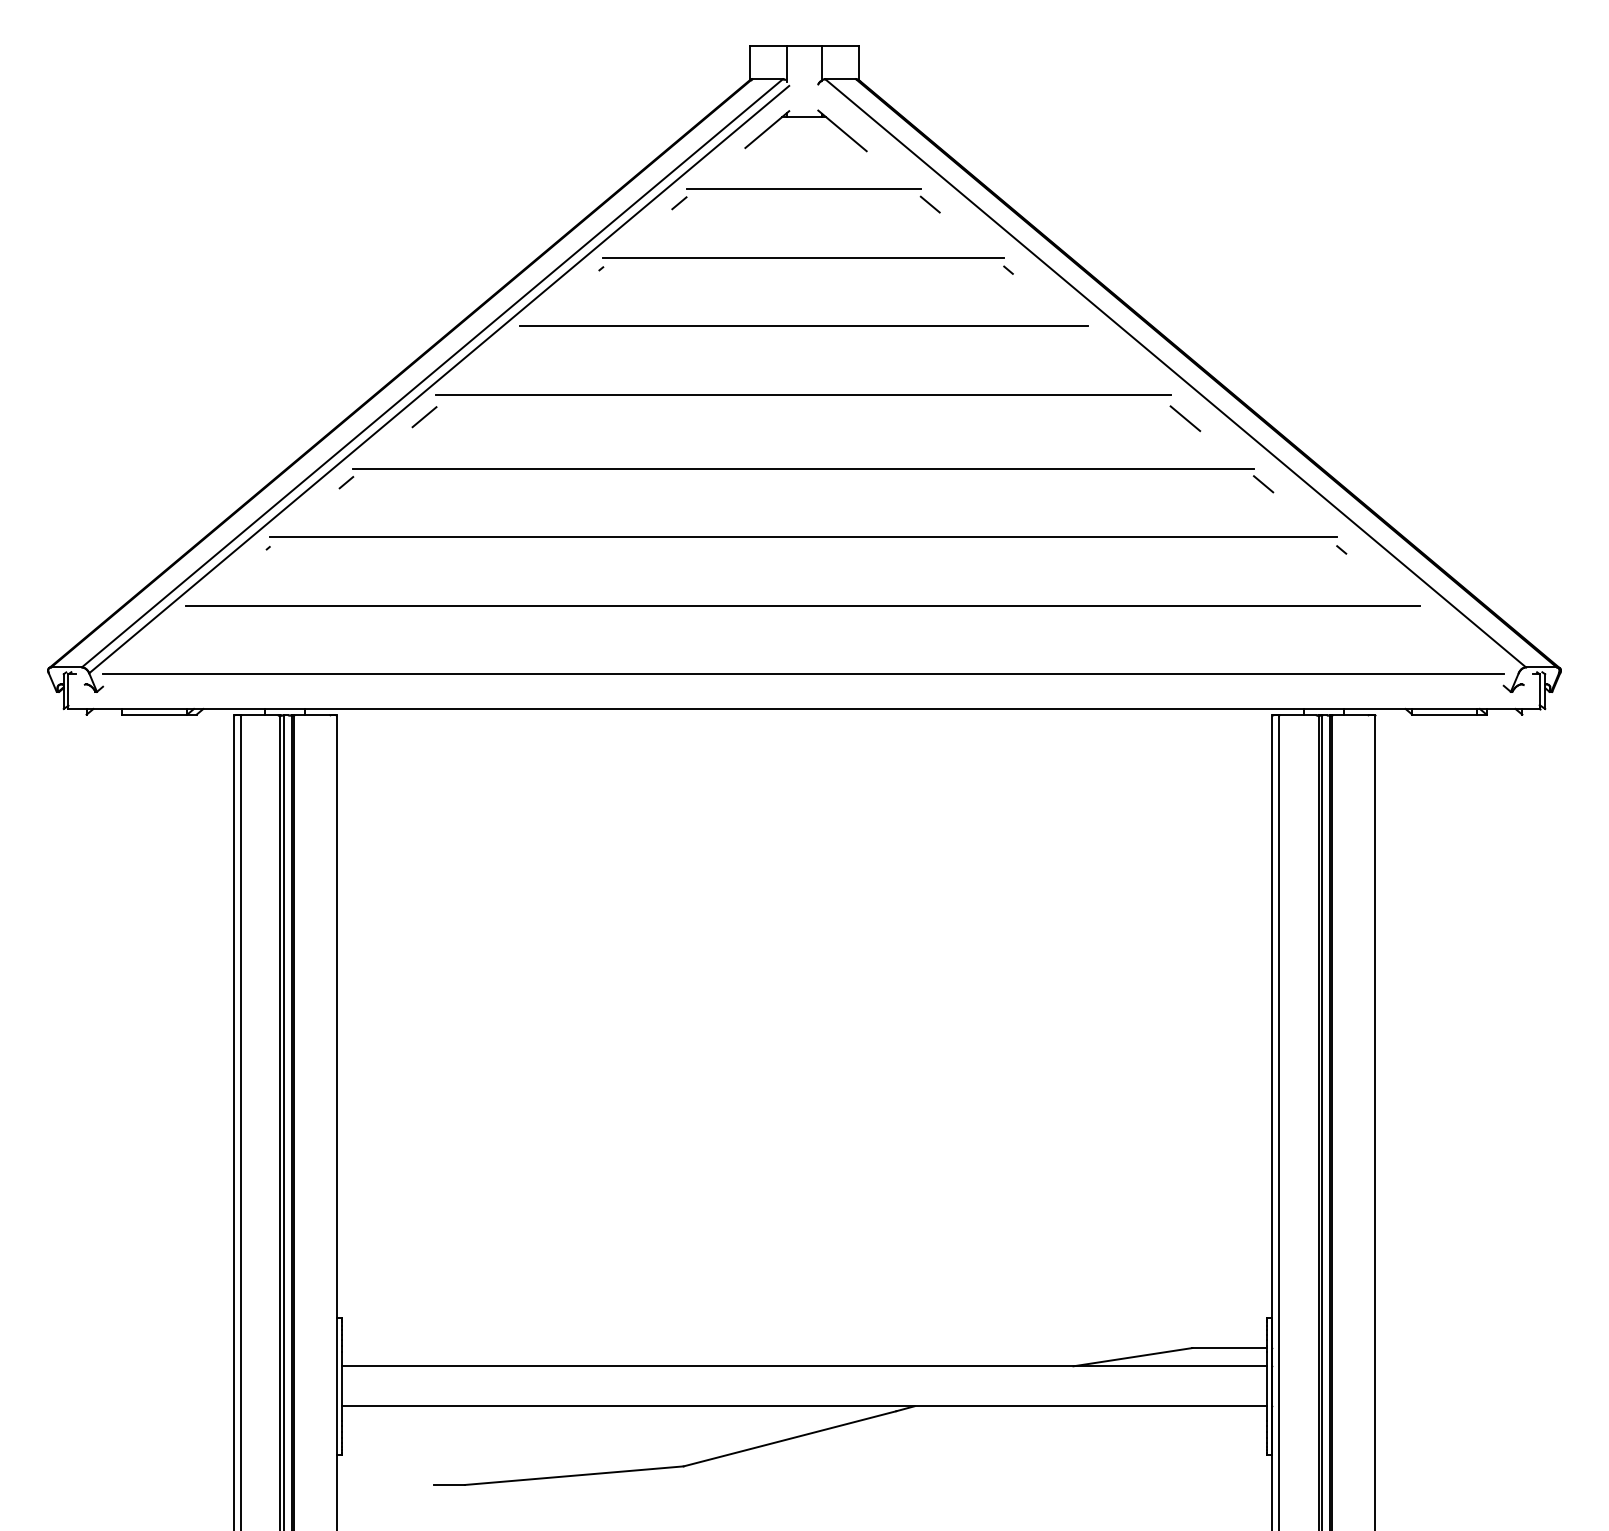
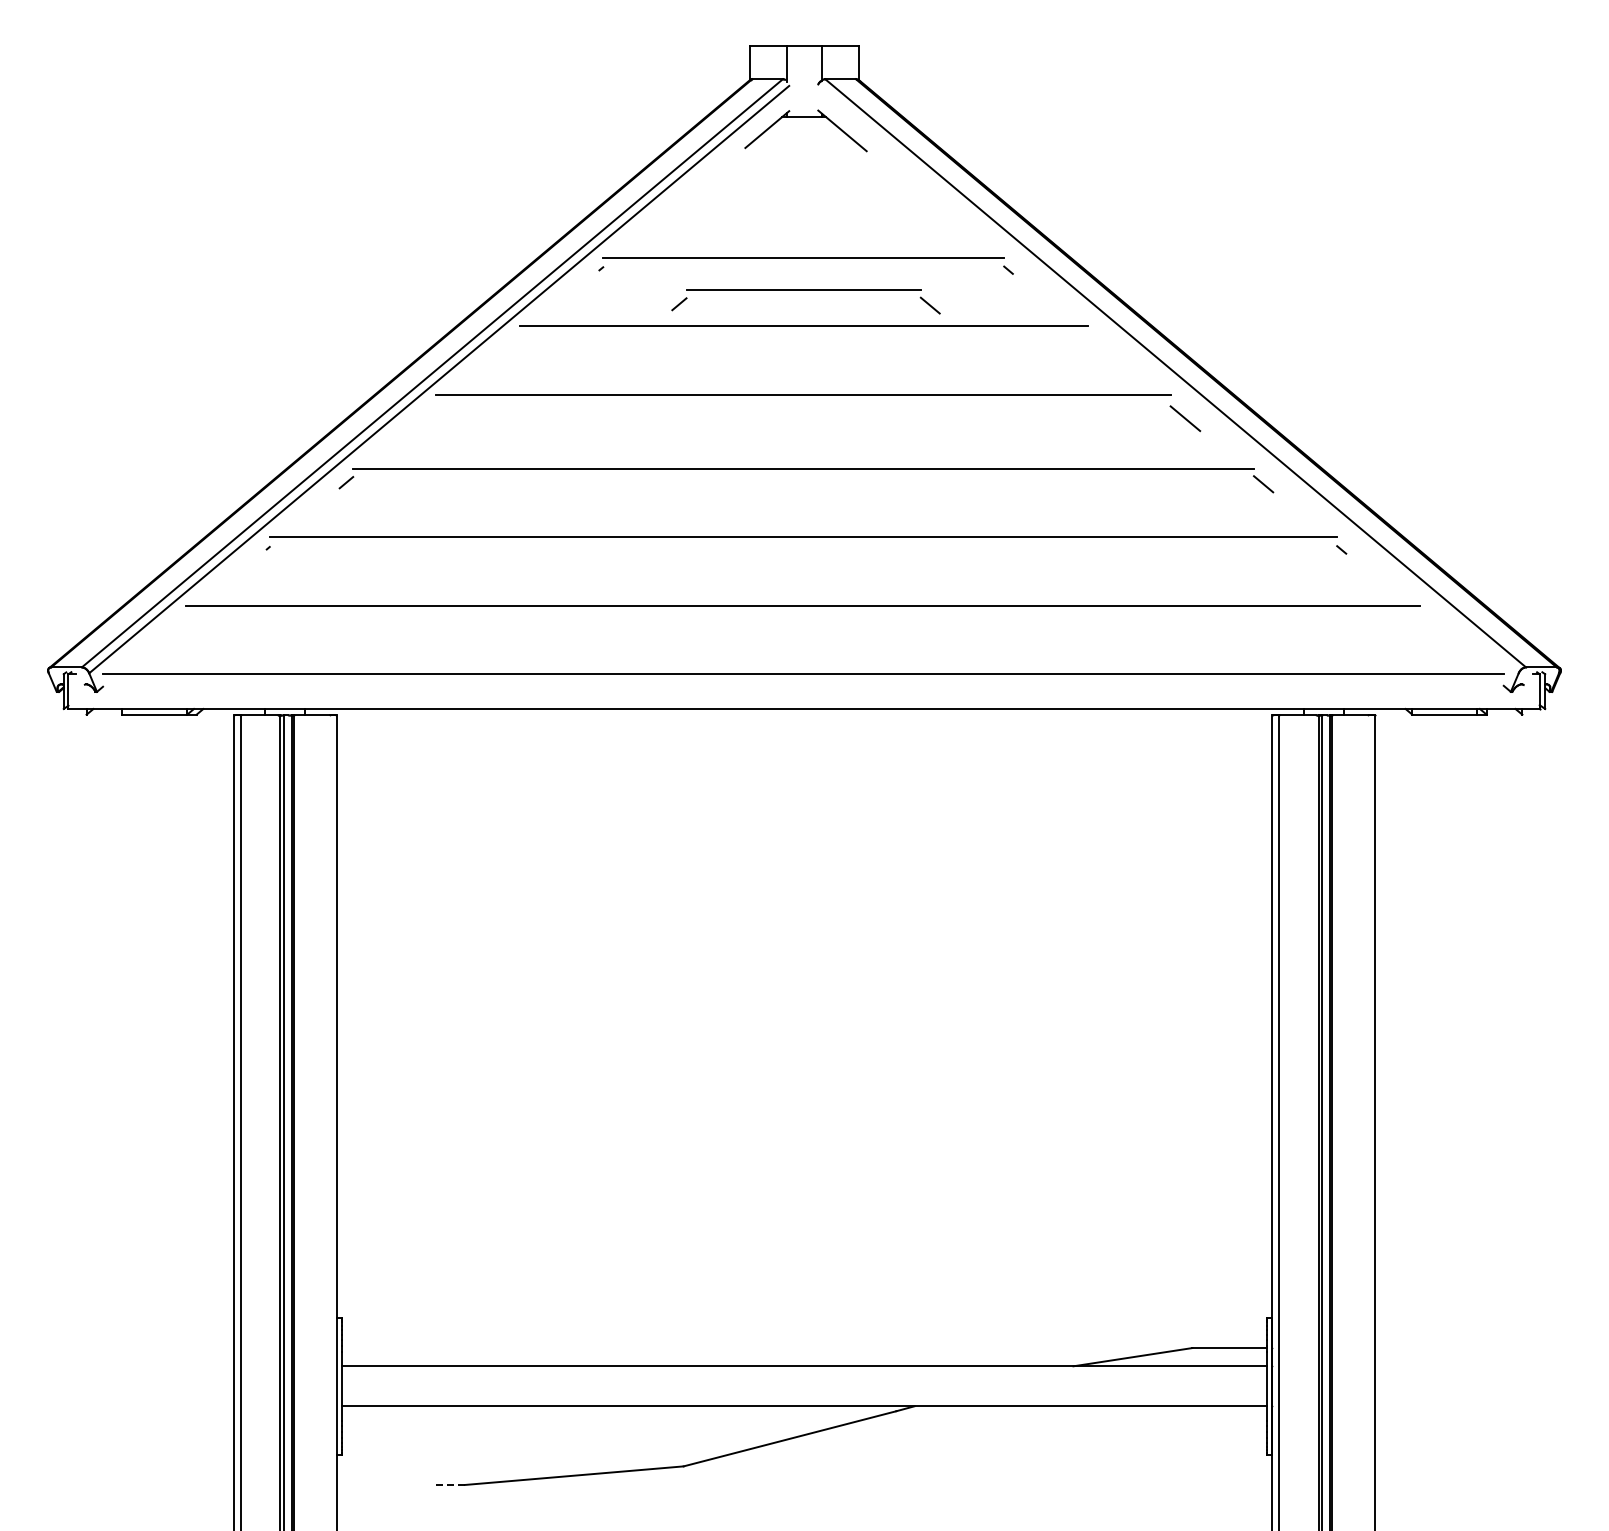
part at (805, 189) position: (805, 189) -> (805, 290)
line at (424, 417): present -> none
line at (449, 1484): solid -> dashed
